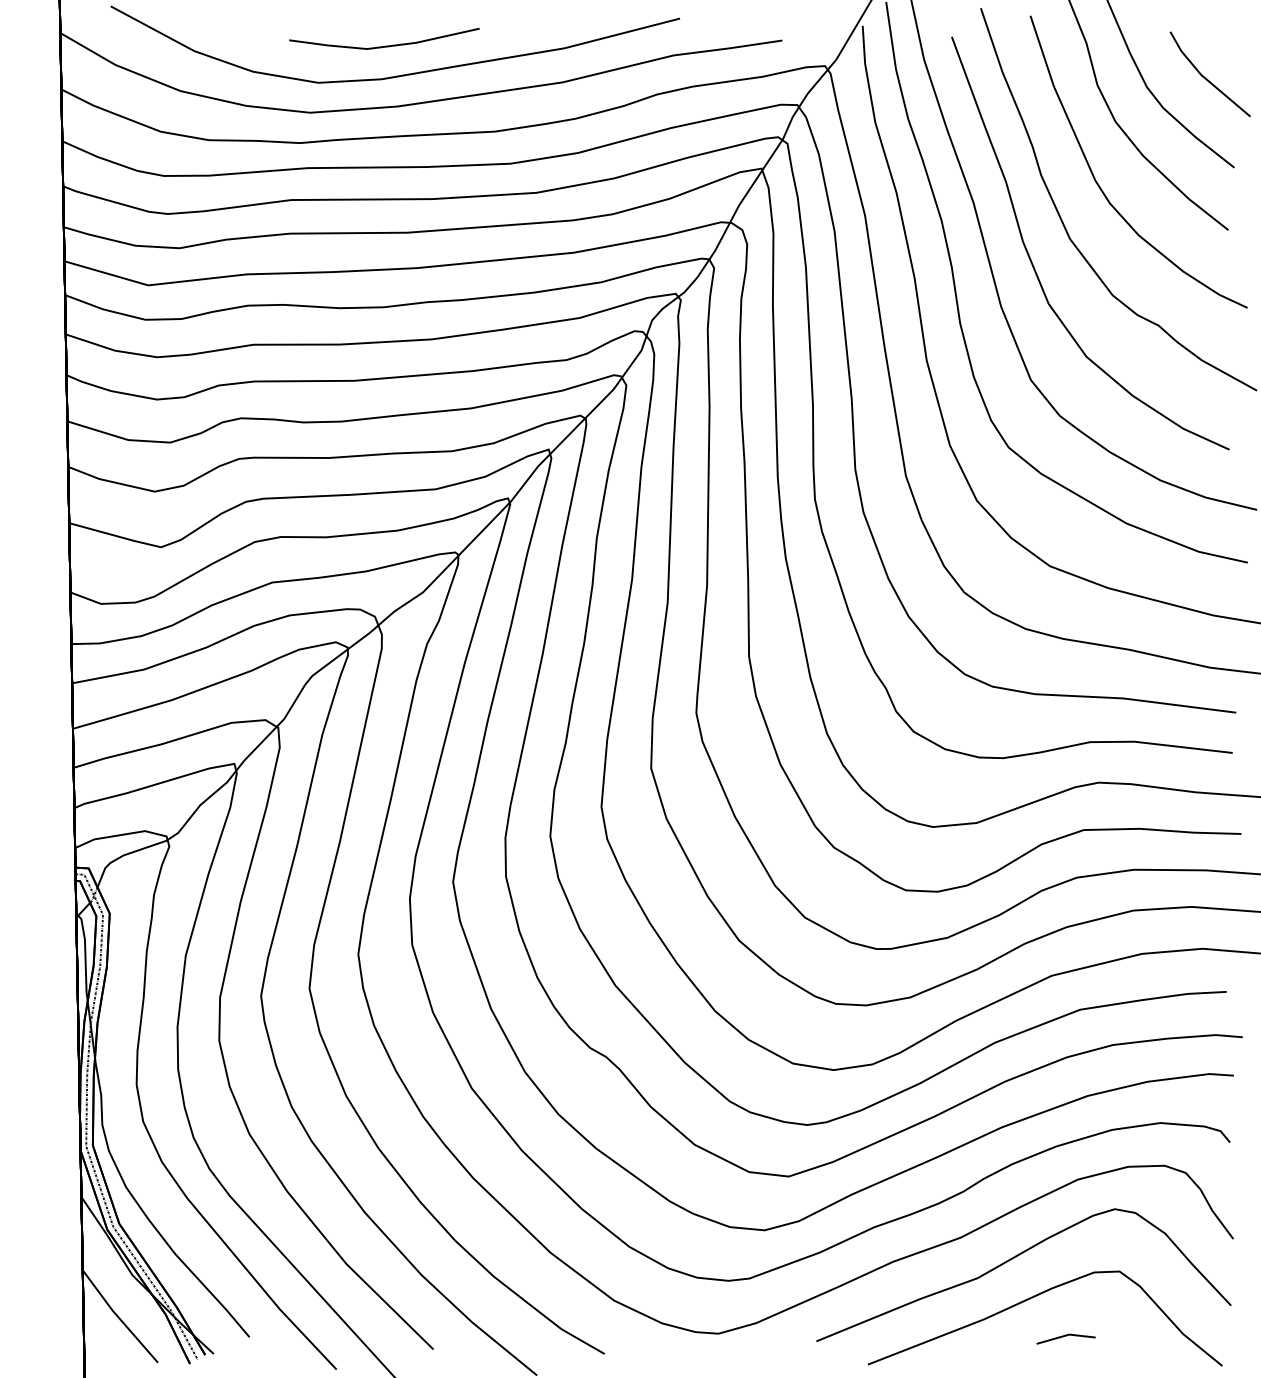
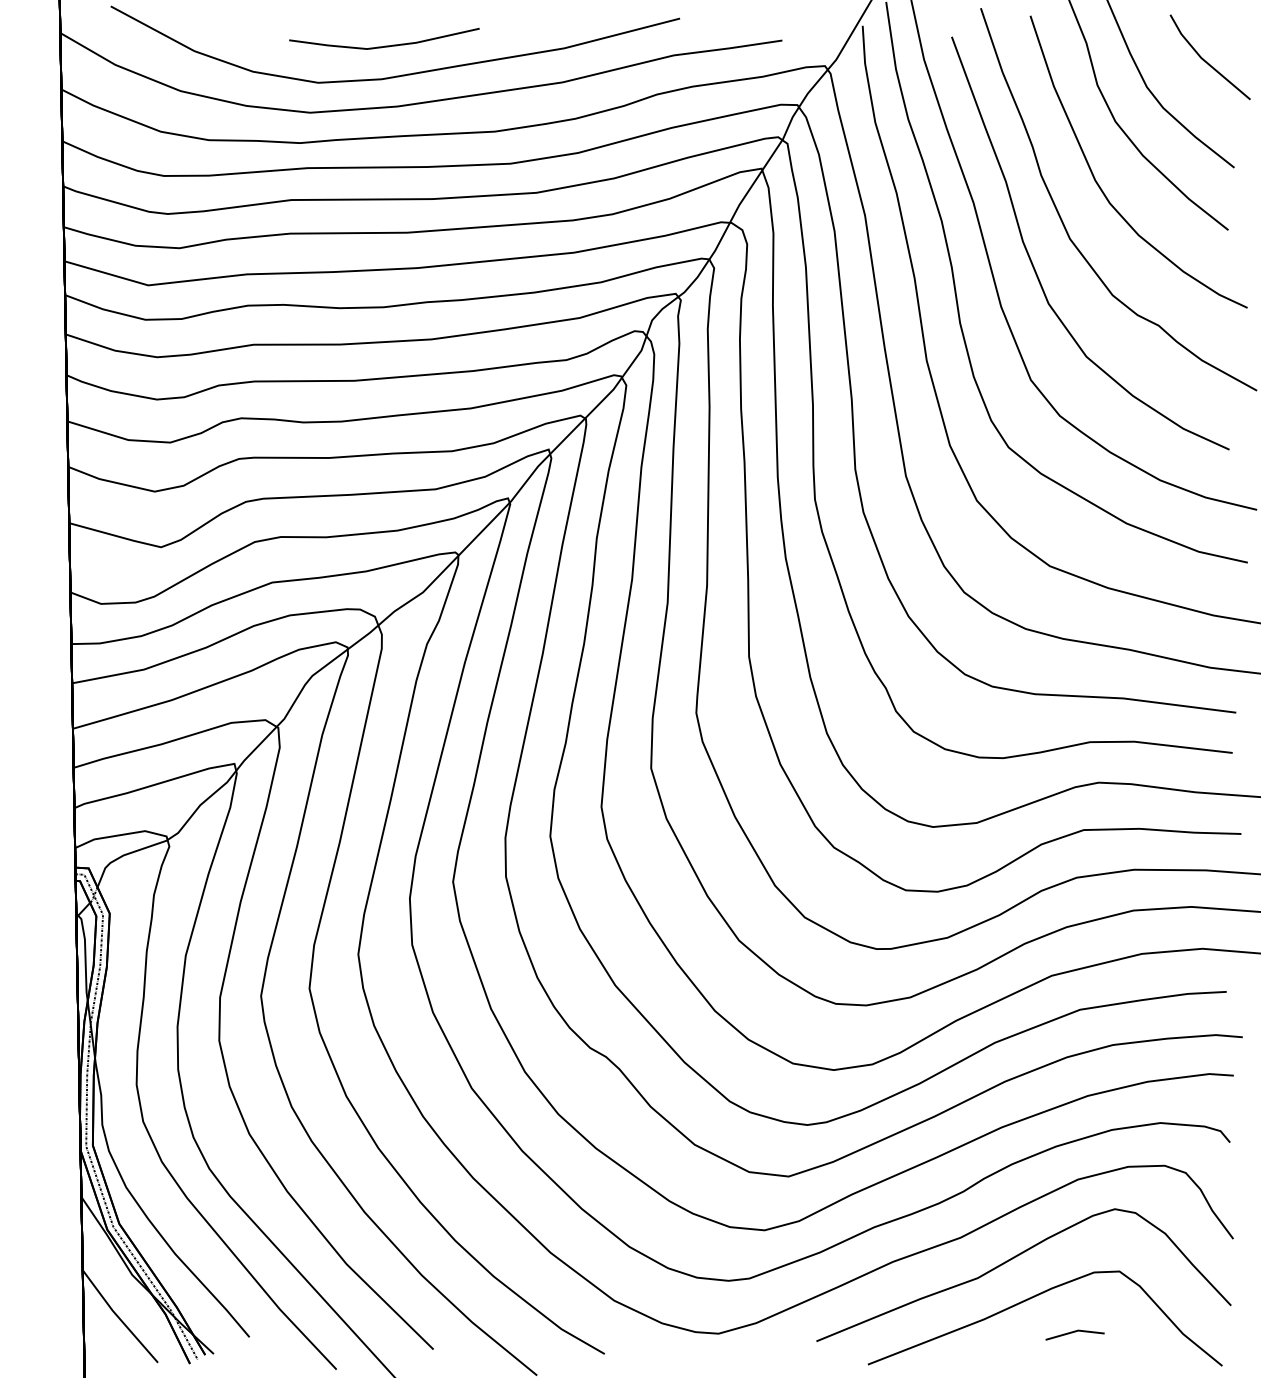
part at (1209, 74) position: (1209, 74) -> (1209, 57)
line at (1065, 1336) position: (1065, 1336) -> (1074, 1332)
